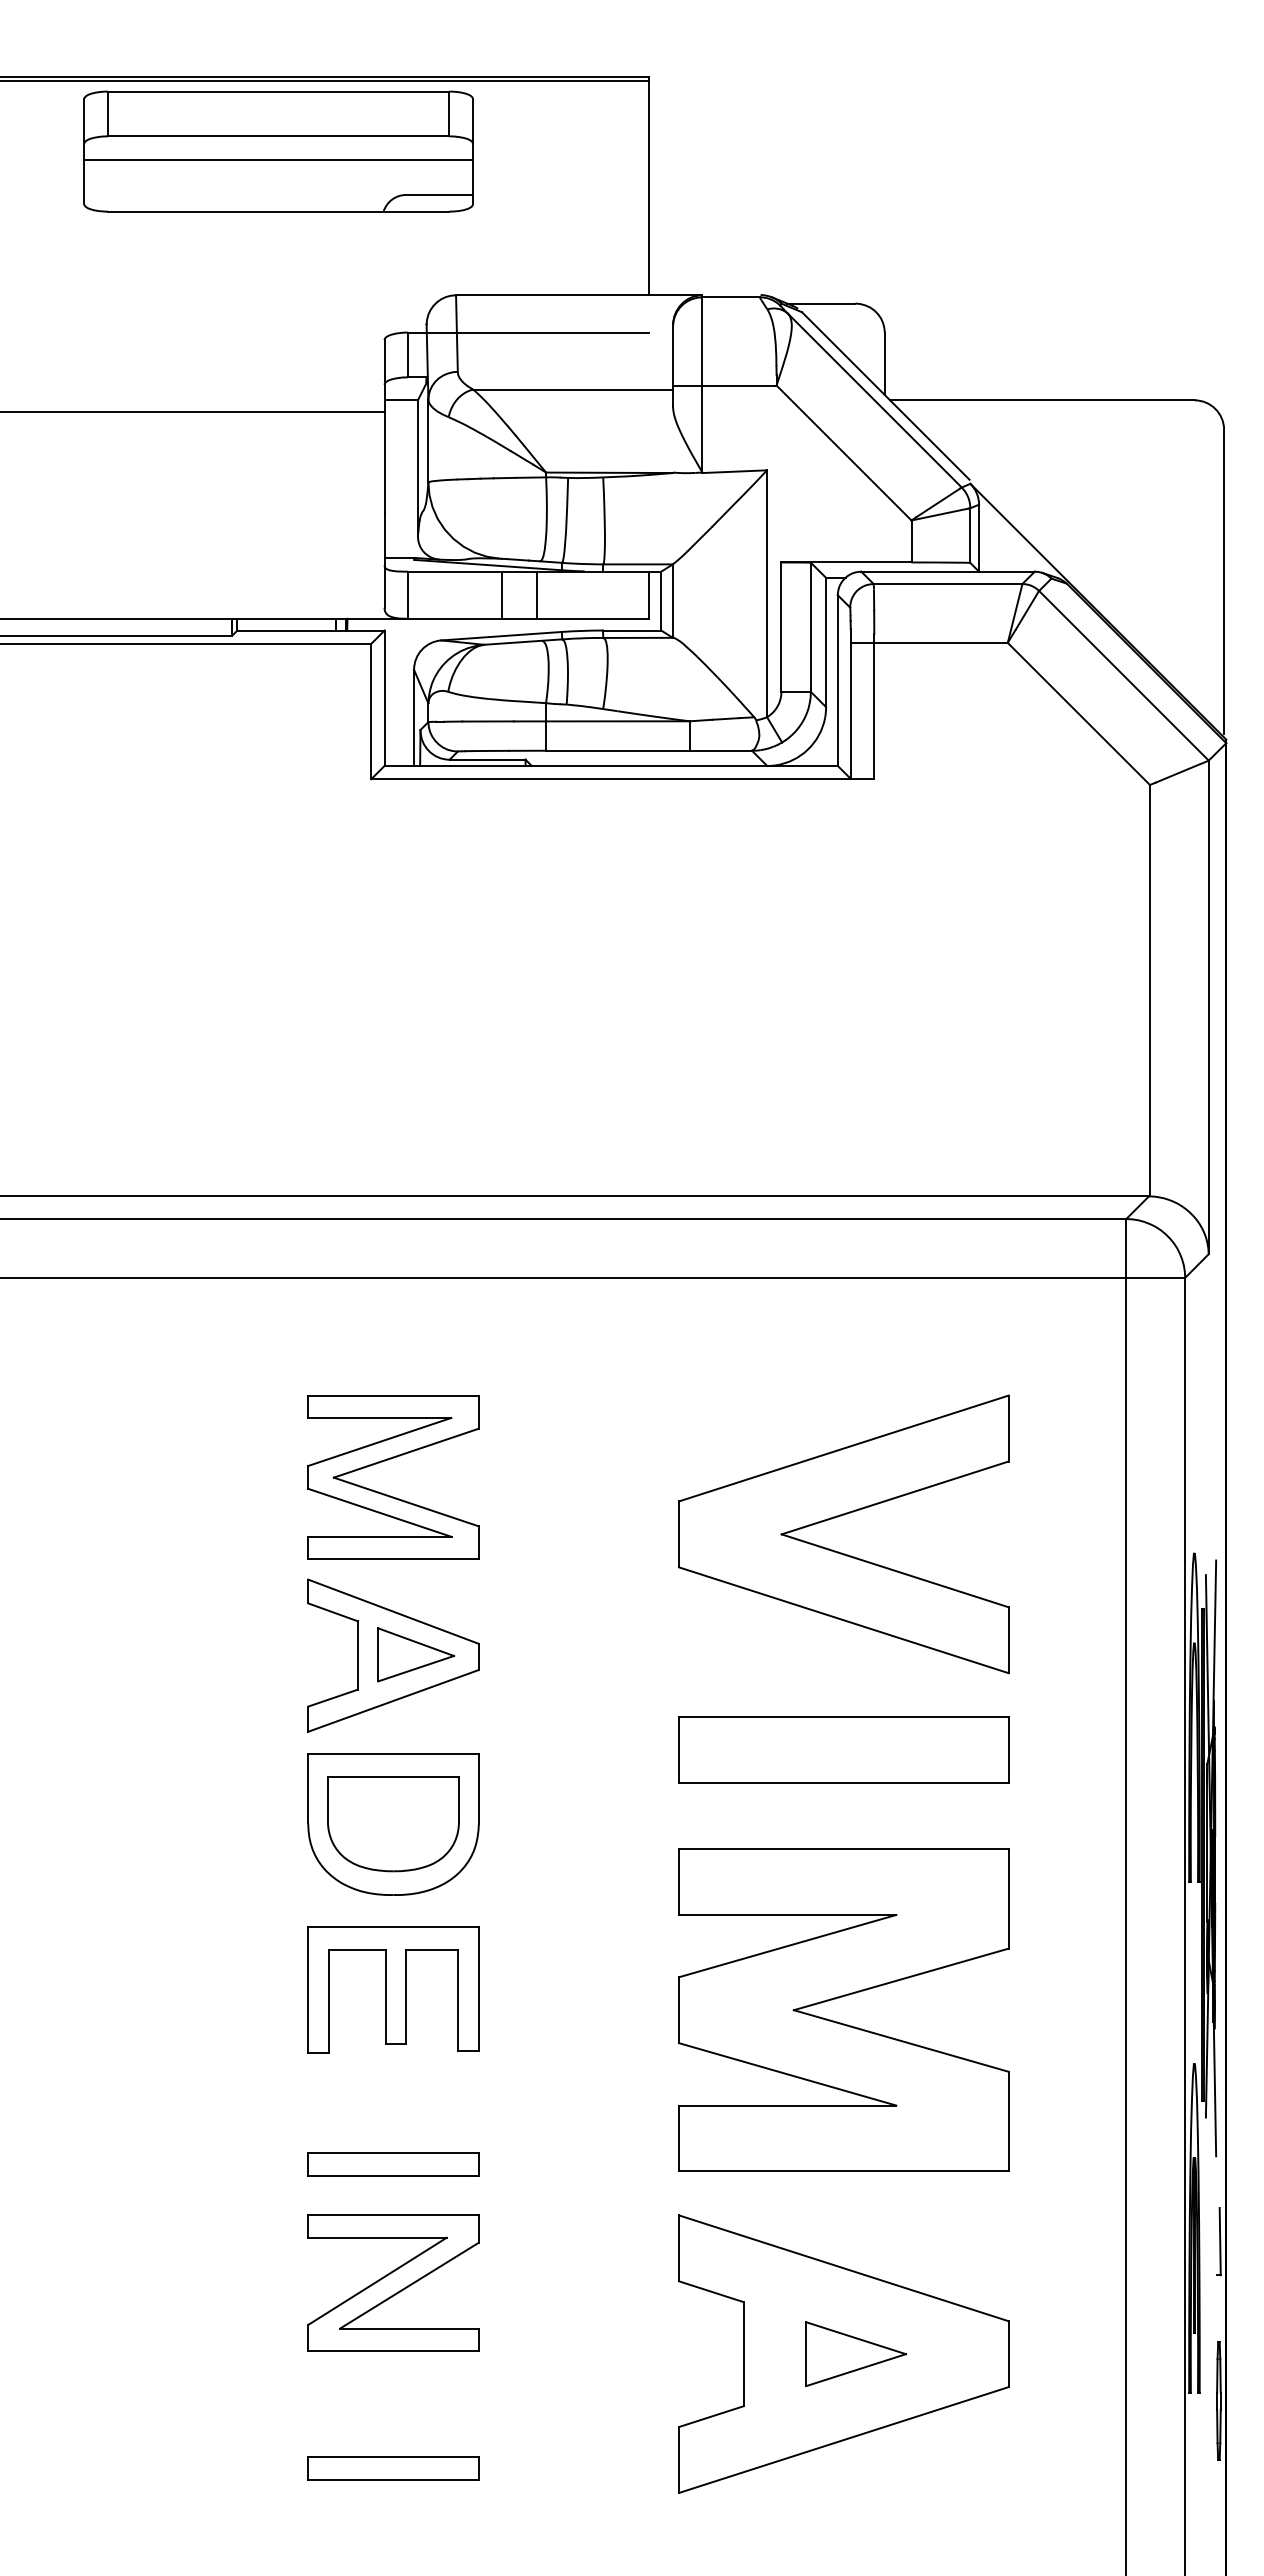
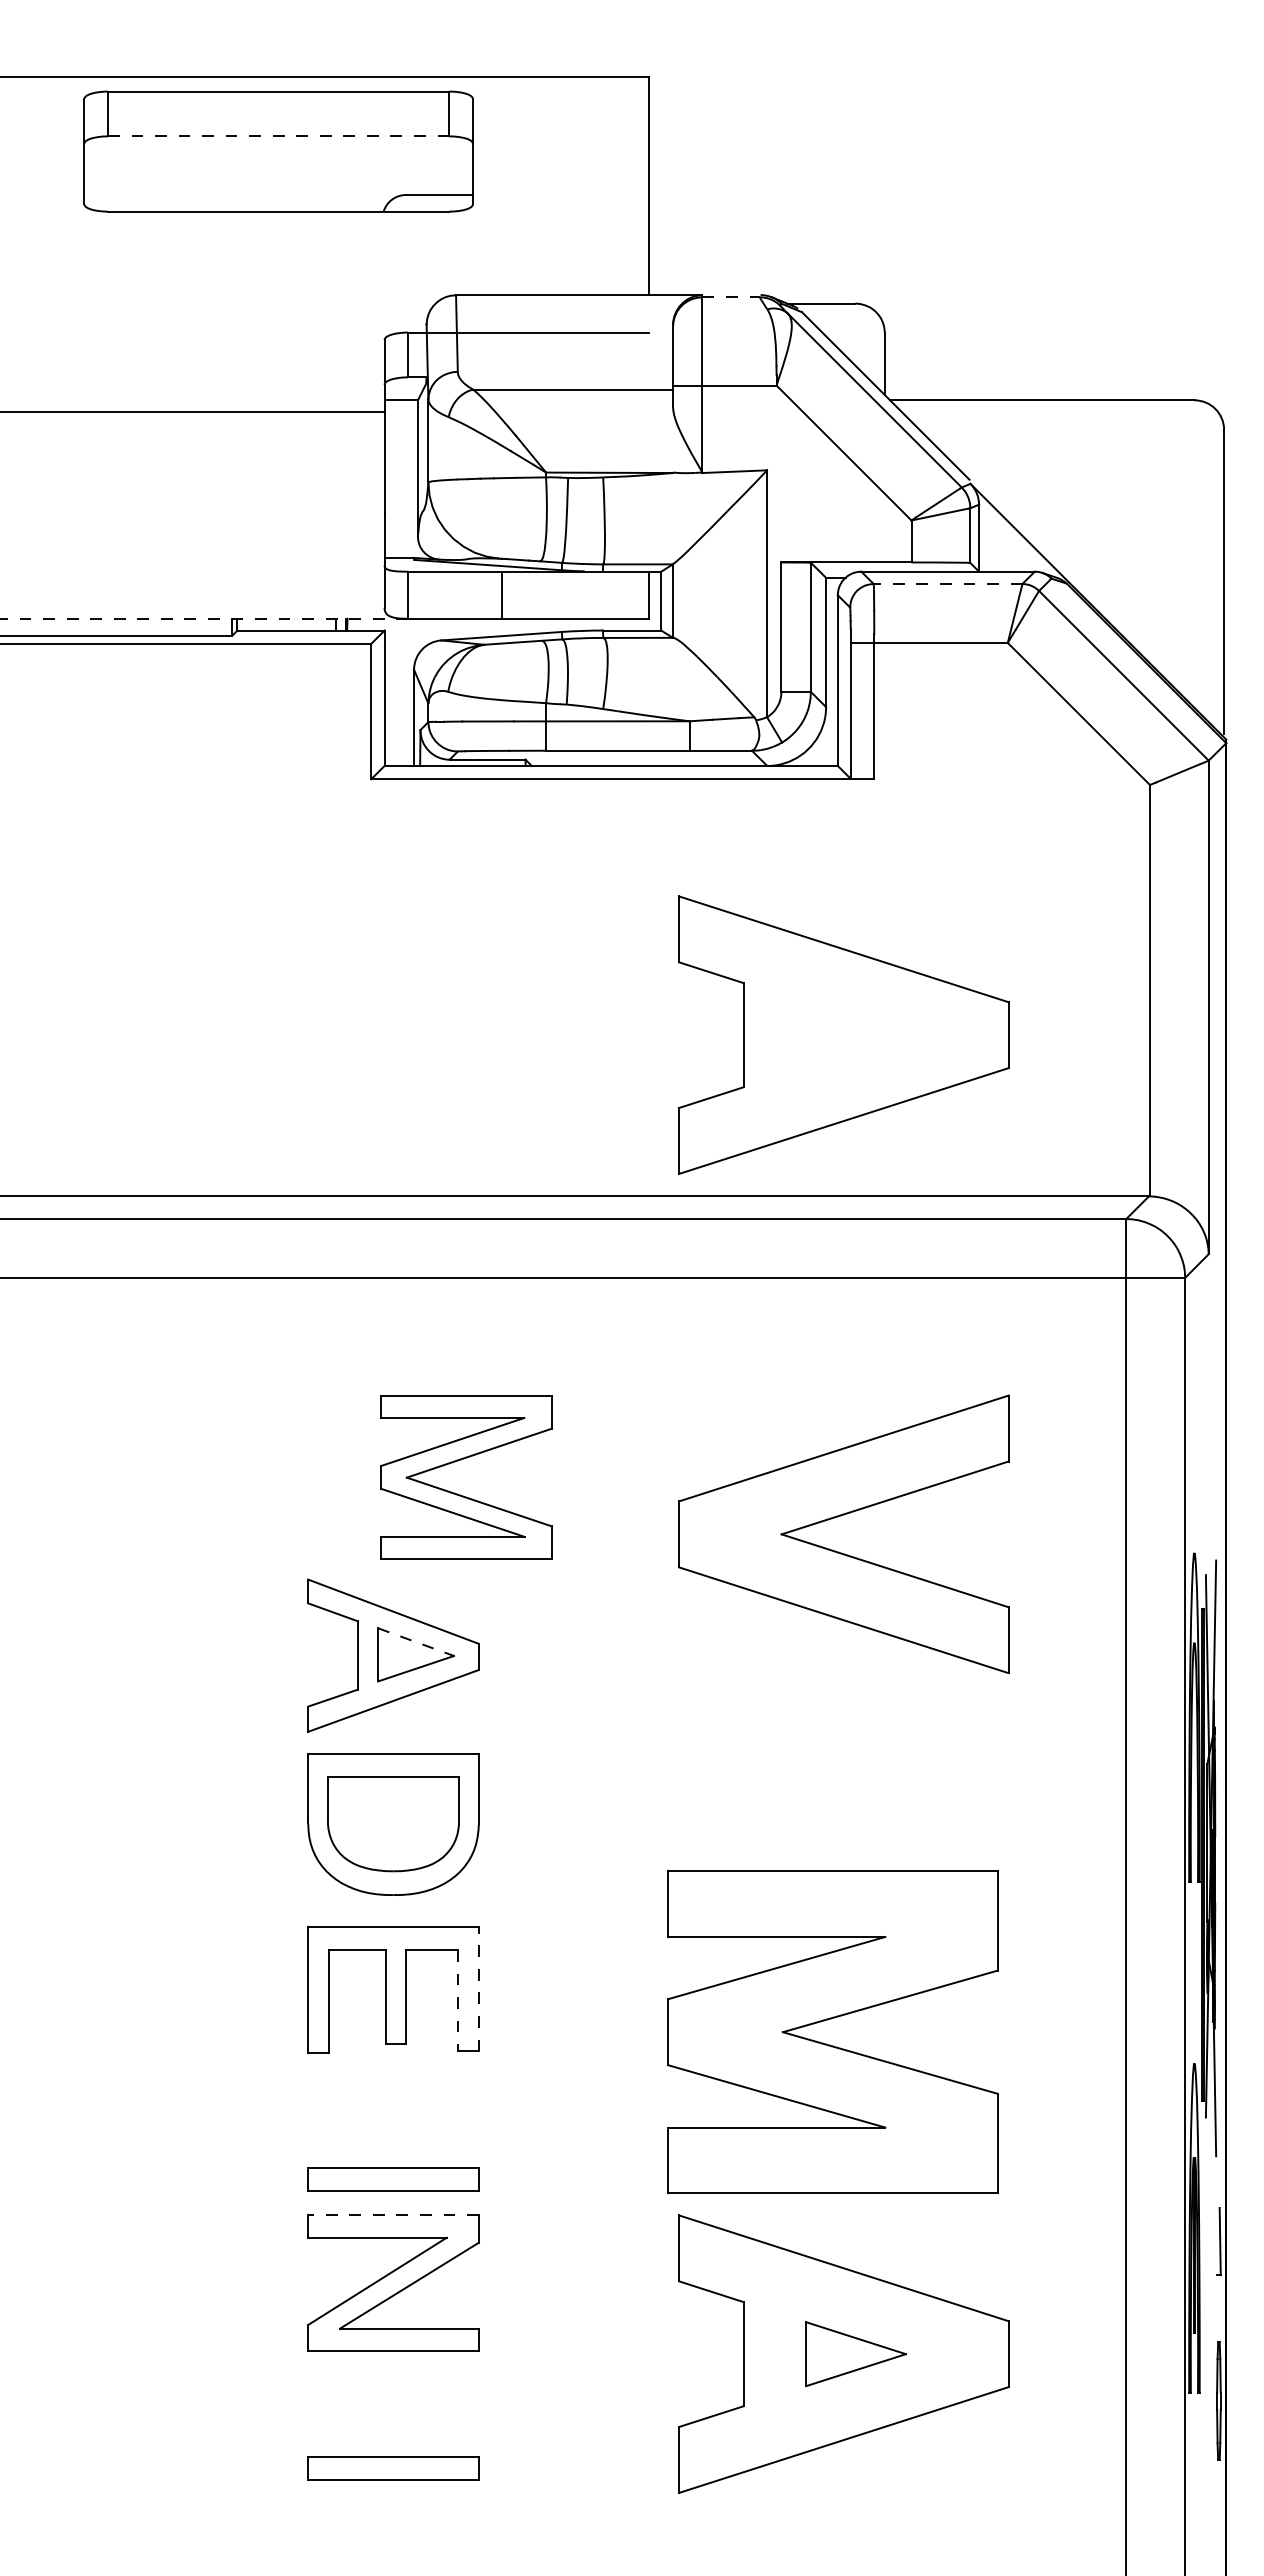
line at (325, 81): present -> none
line at (278, 136): solid -> dashed
line at (278, 159): present -> none
line at (731, 297): solid -> dashed
line at (947, 584): solid -> dashed
line at (536, 594): present -> none
line at (204, 618): solid -> dashed
part at (843, 1034): none -> present
part at (388, 1460) position: (388, 1460) -> (461, 1460)
line at (416, 1642): solid -> dashed
part at (843, 1749): present -> none
line at (478, 1988): solid -> dashed
part at (839, 1998) position: (839, 1998) -> (828, 2020)
line at (458, 2000): solid -> dashed
part at (393, 2164) position: (393, 2164) -> (393, 2179)
line at (393, 2215): solid -> dashed
